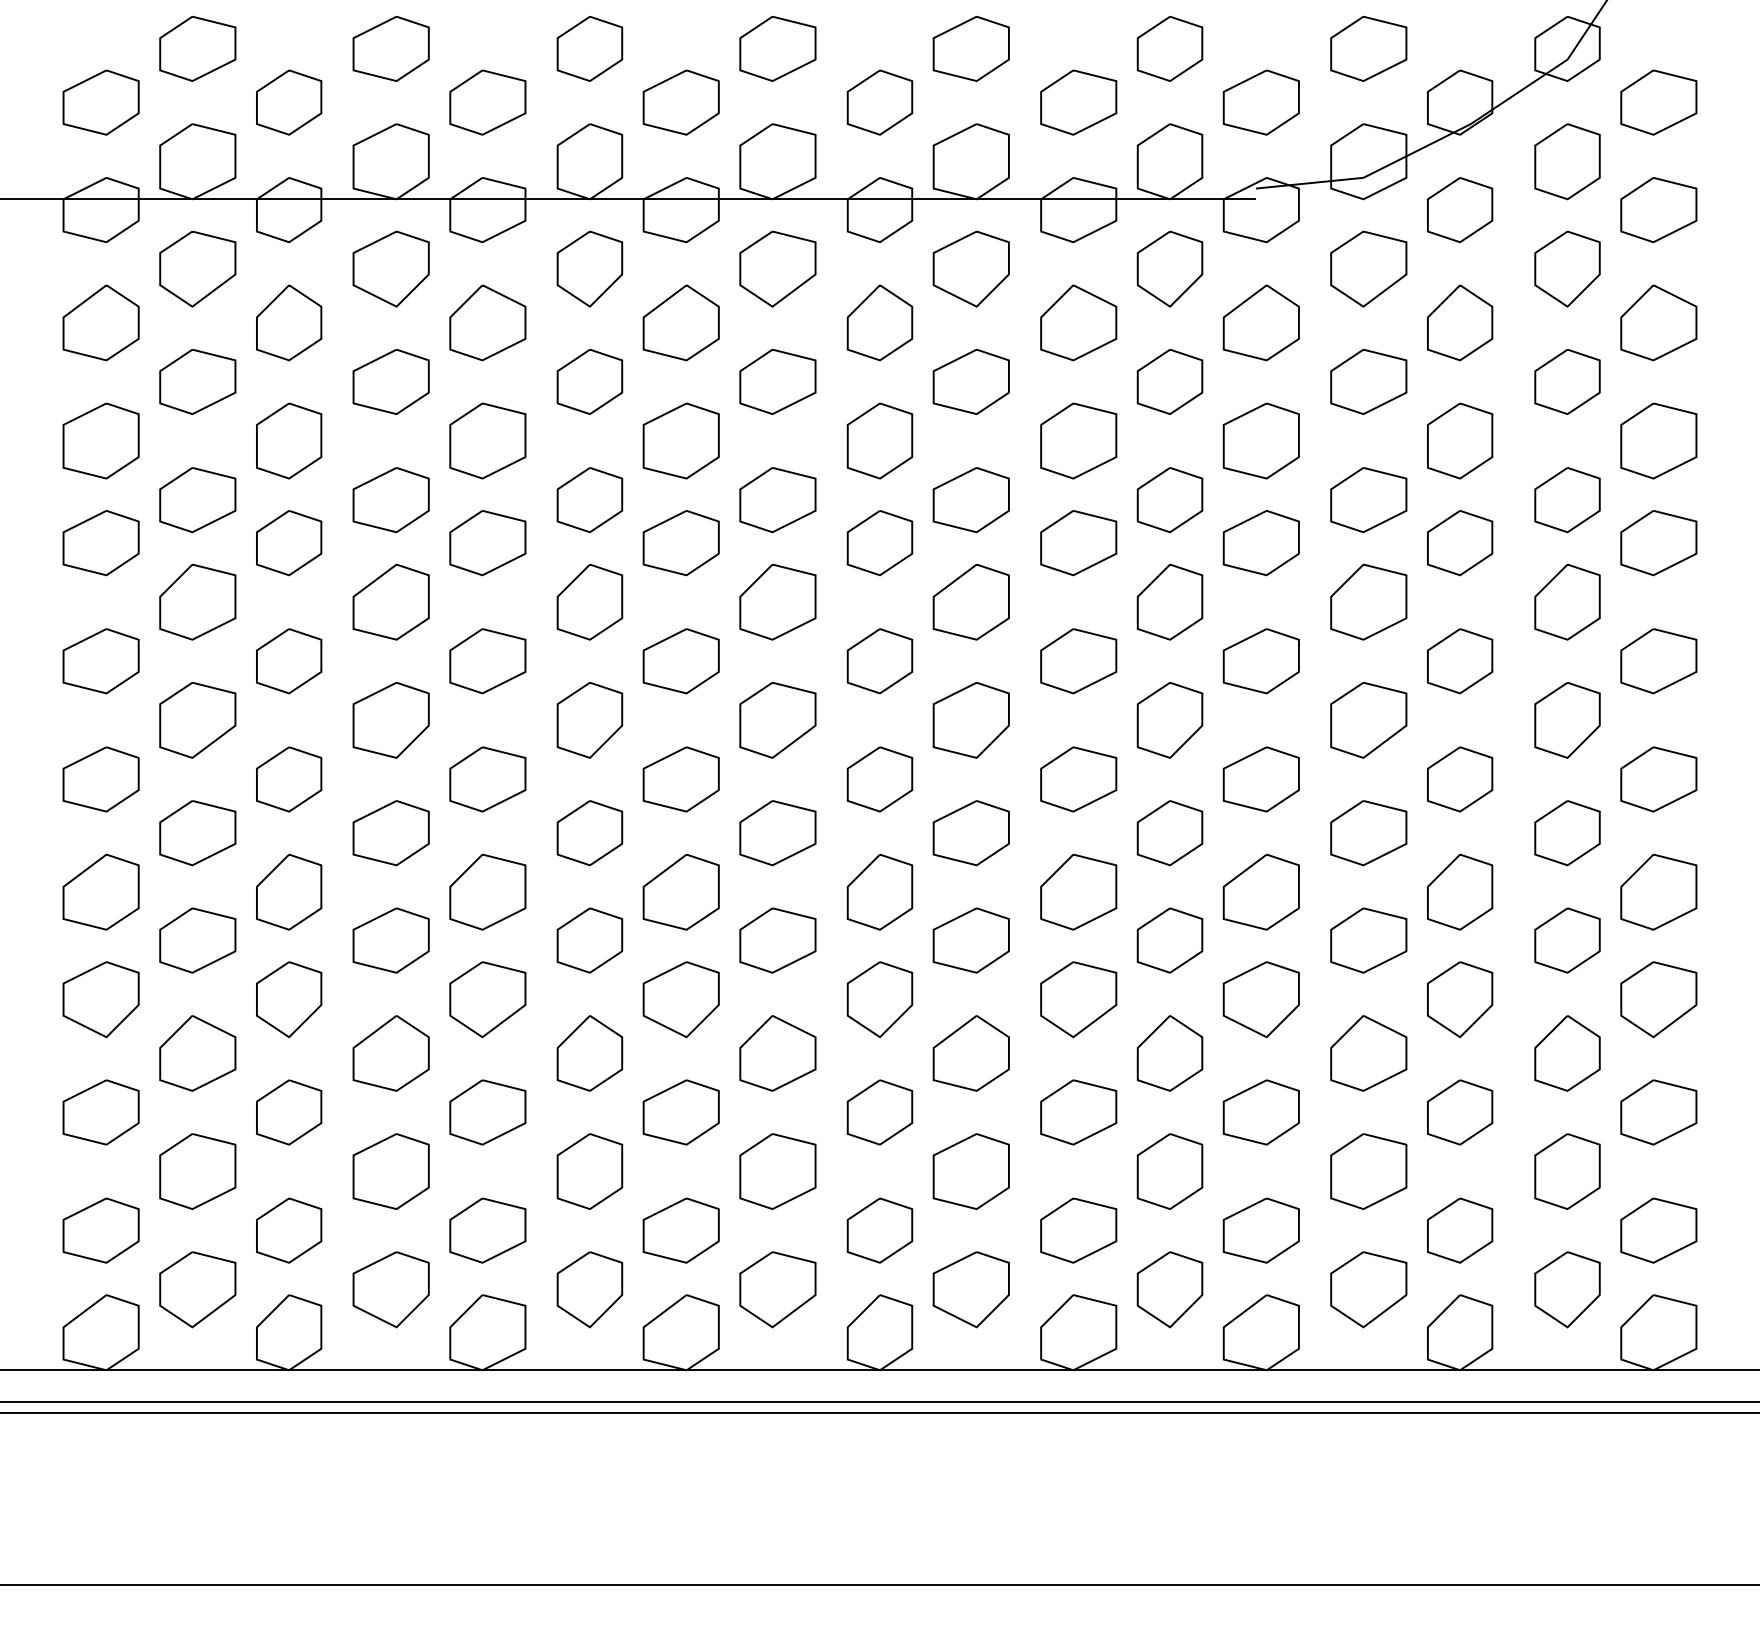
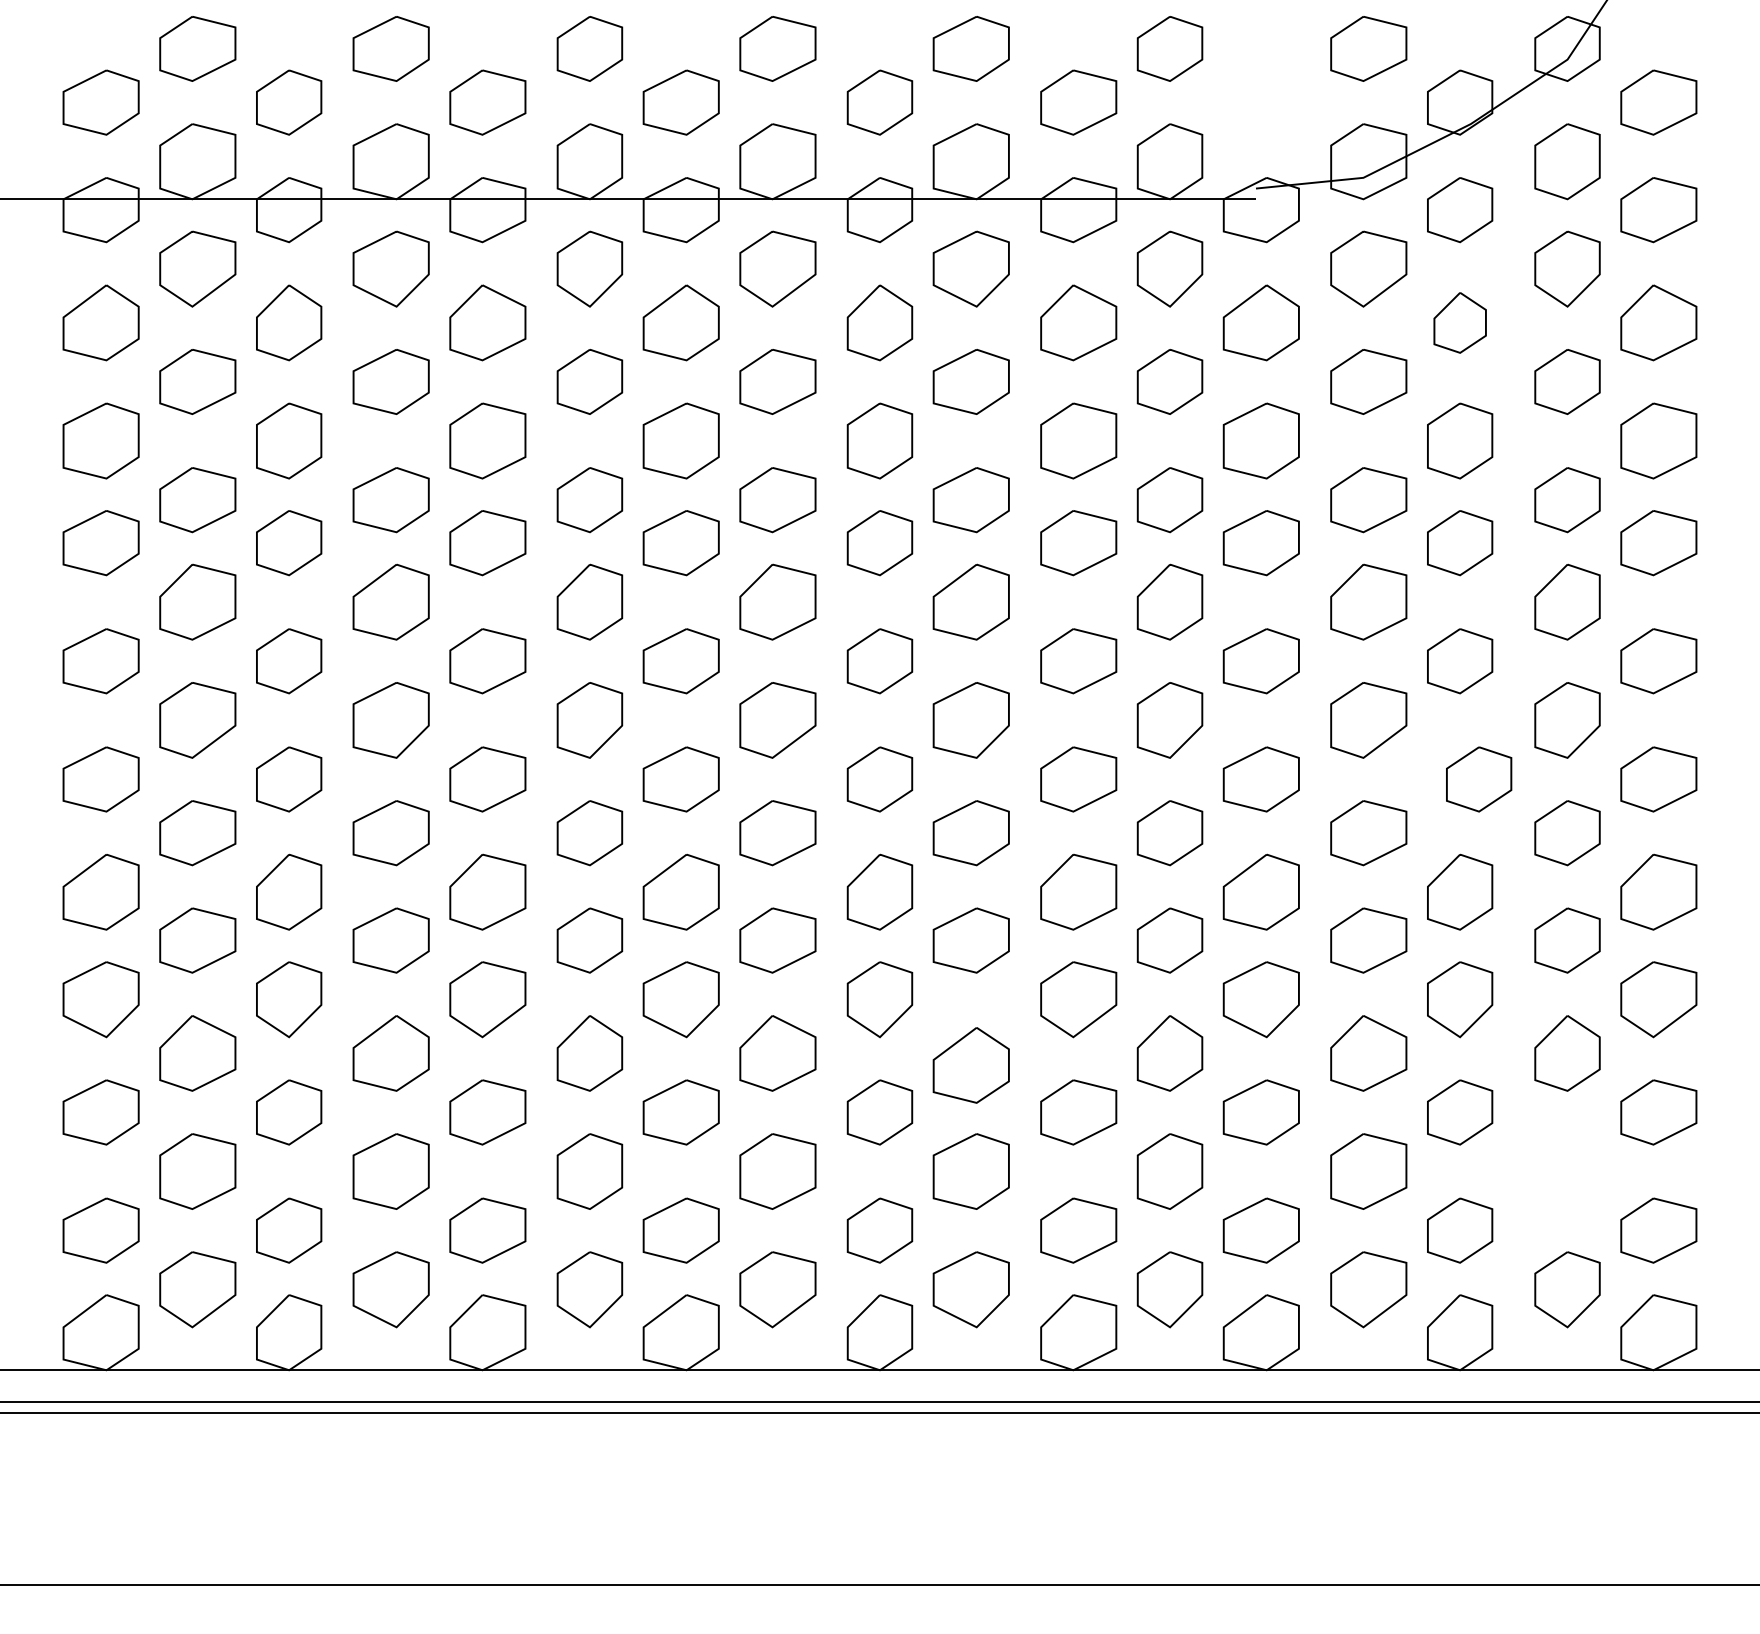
part at (1260, 102): present -> none
part at (1460, 322) size: 67x78 px -> 54x62 px
part at (1460, 779) position: (1460, 779) -> (1479, 779)
part at (970, 1053) position: (970, 1053) -> (970, 1065)
part at (1567, 1171): present -> none
